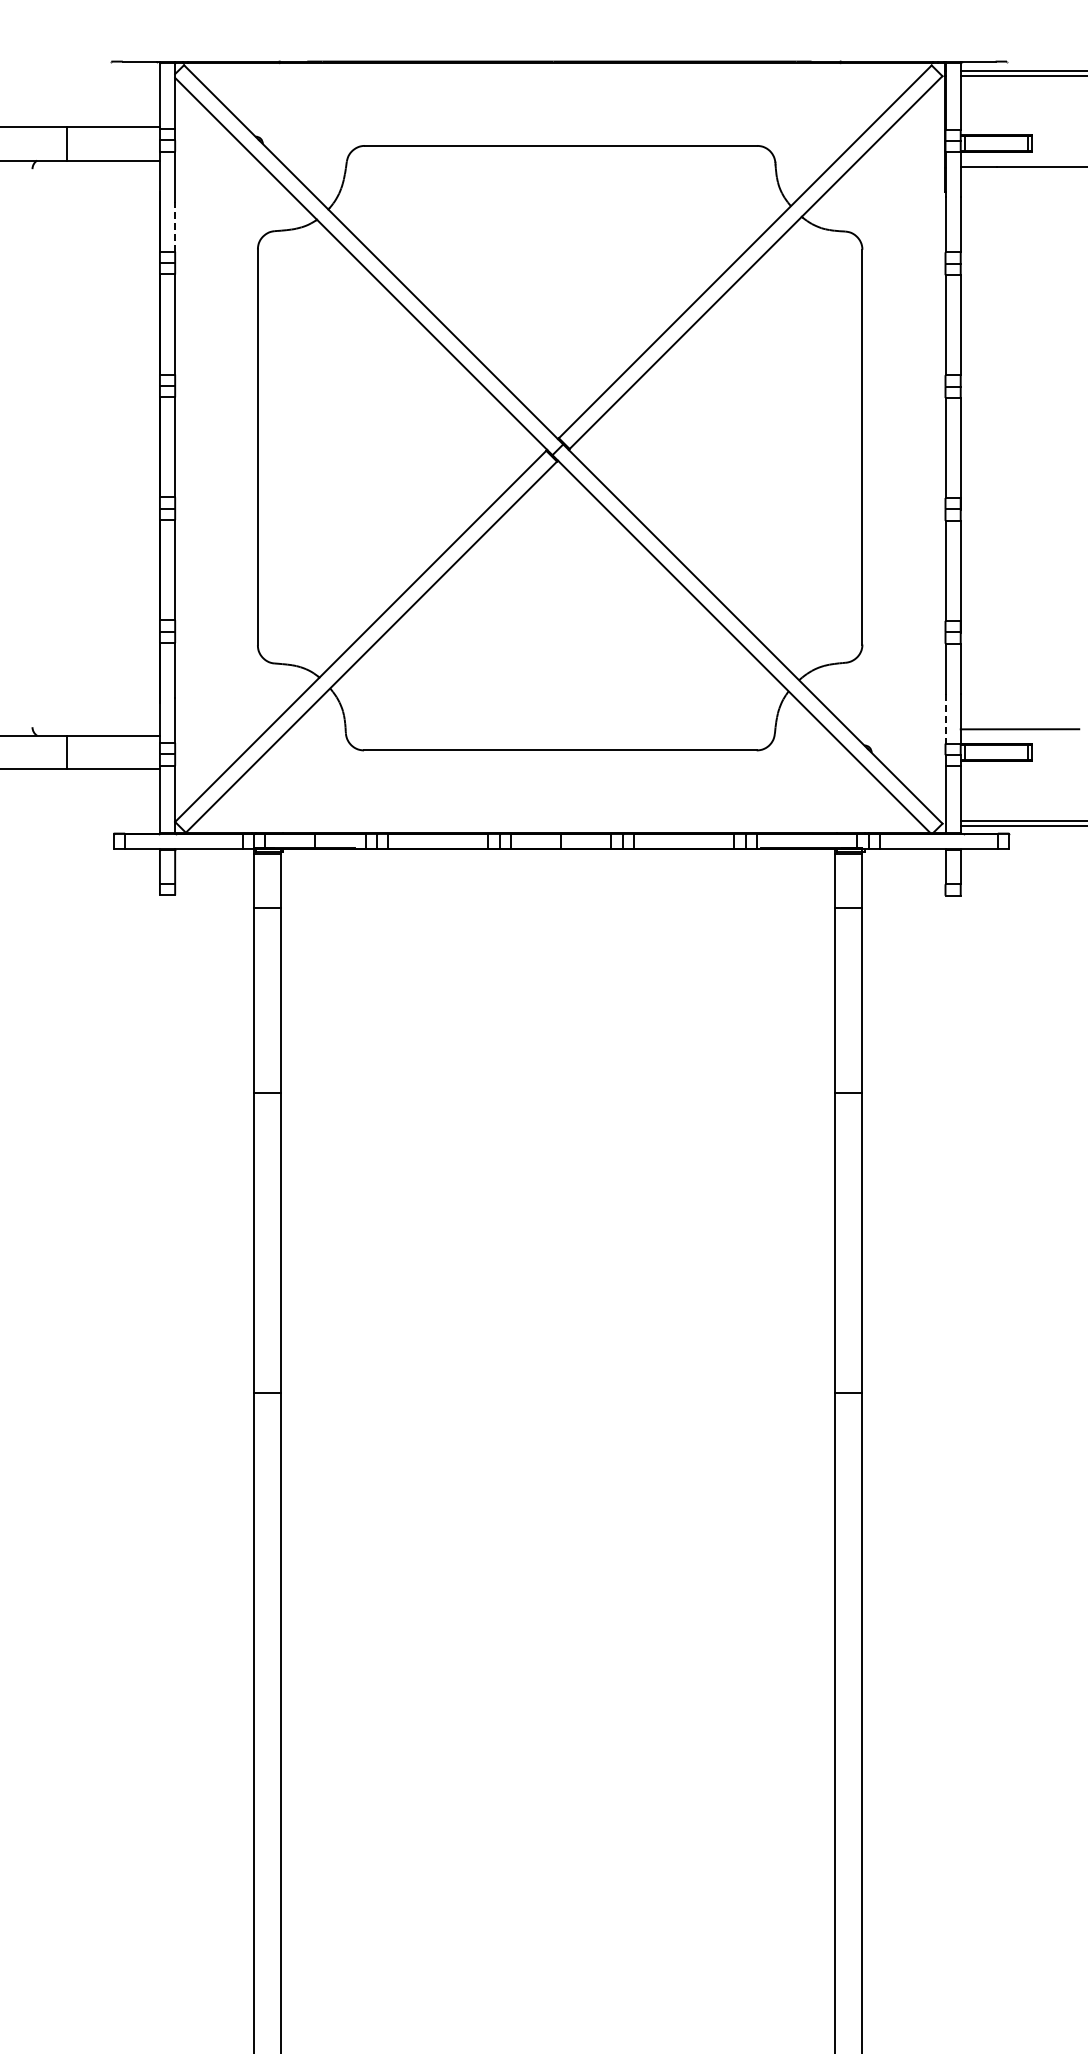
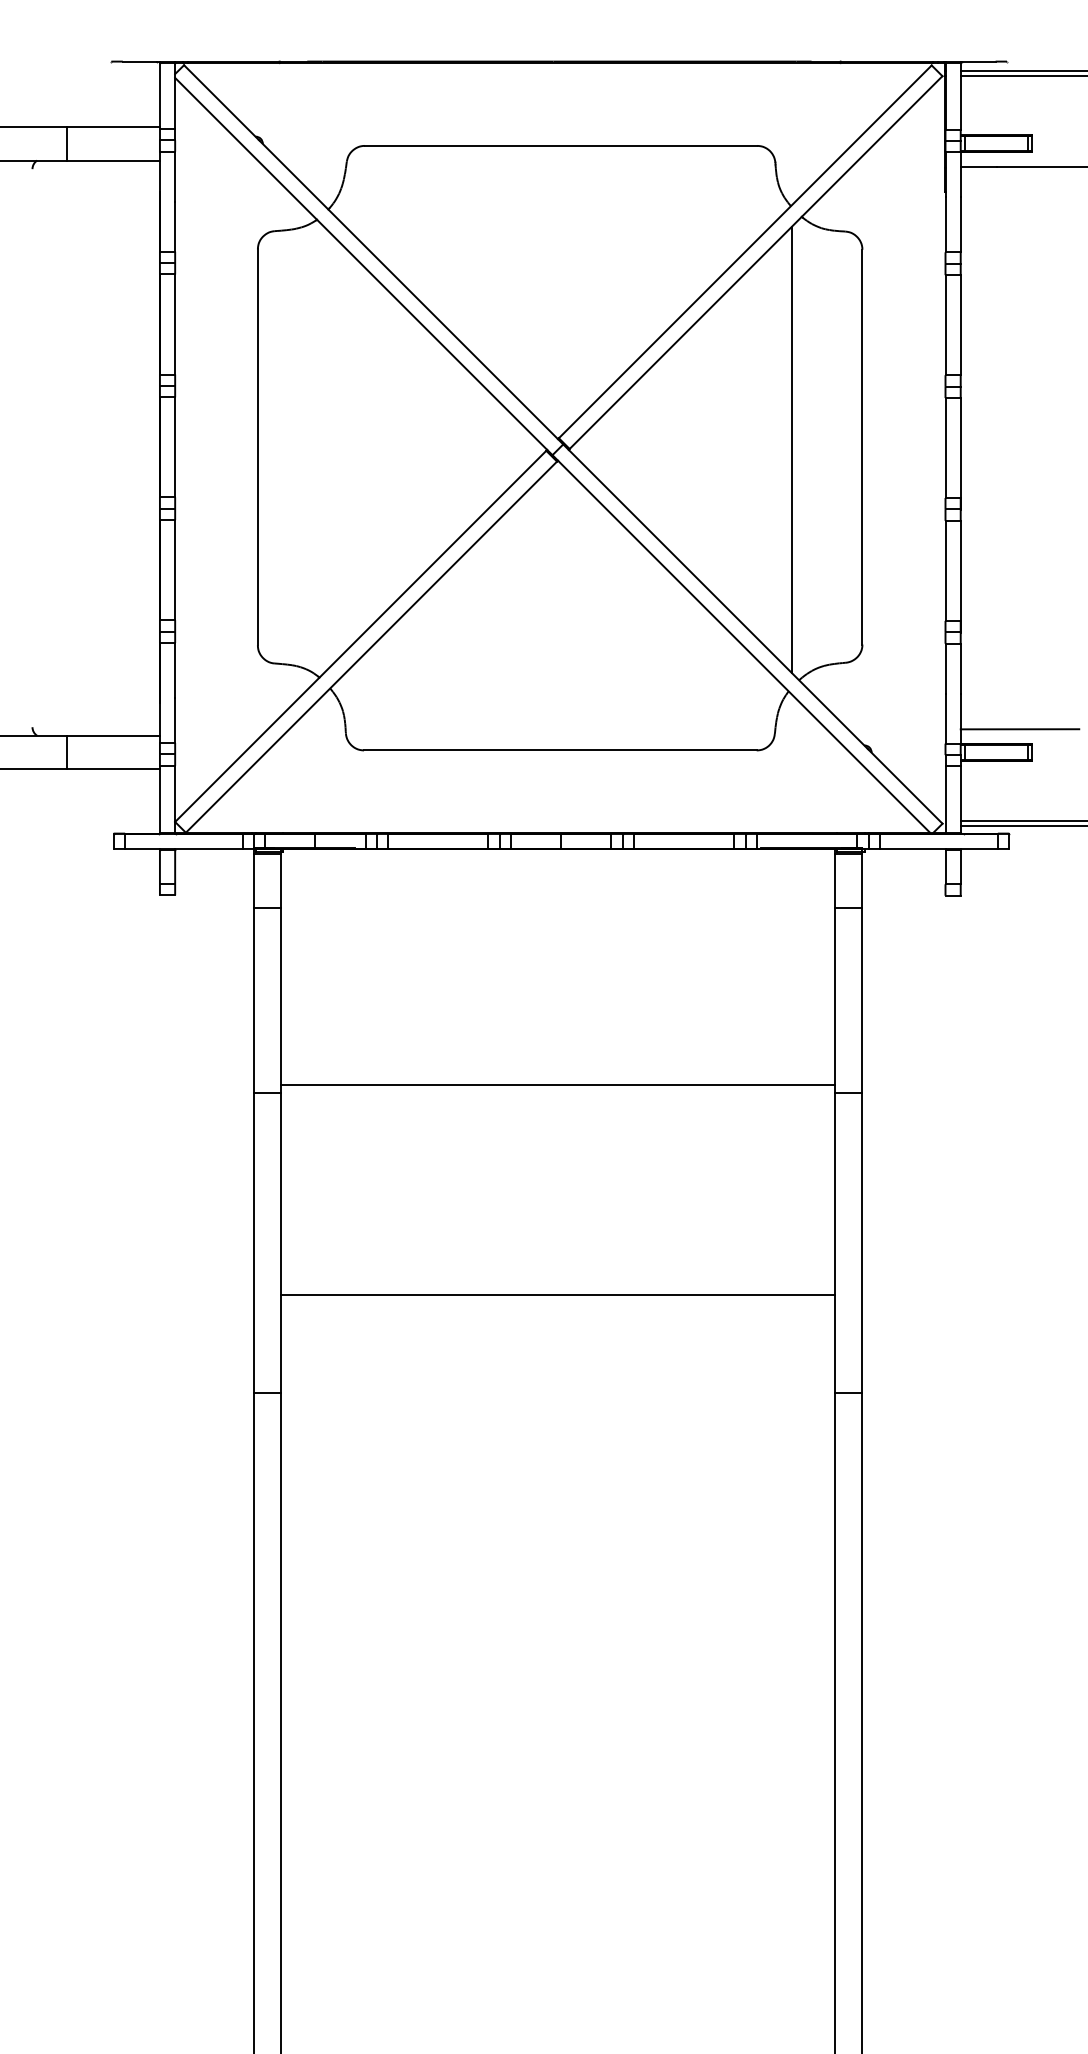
line at (175, 226): dashed -> solid
line at (791, 449): none -> present
line at (945, 718): dashed -> solid
line at (557, 1084): none -> present
line at (557, 1294): none -> present
